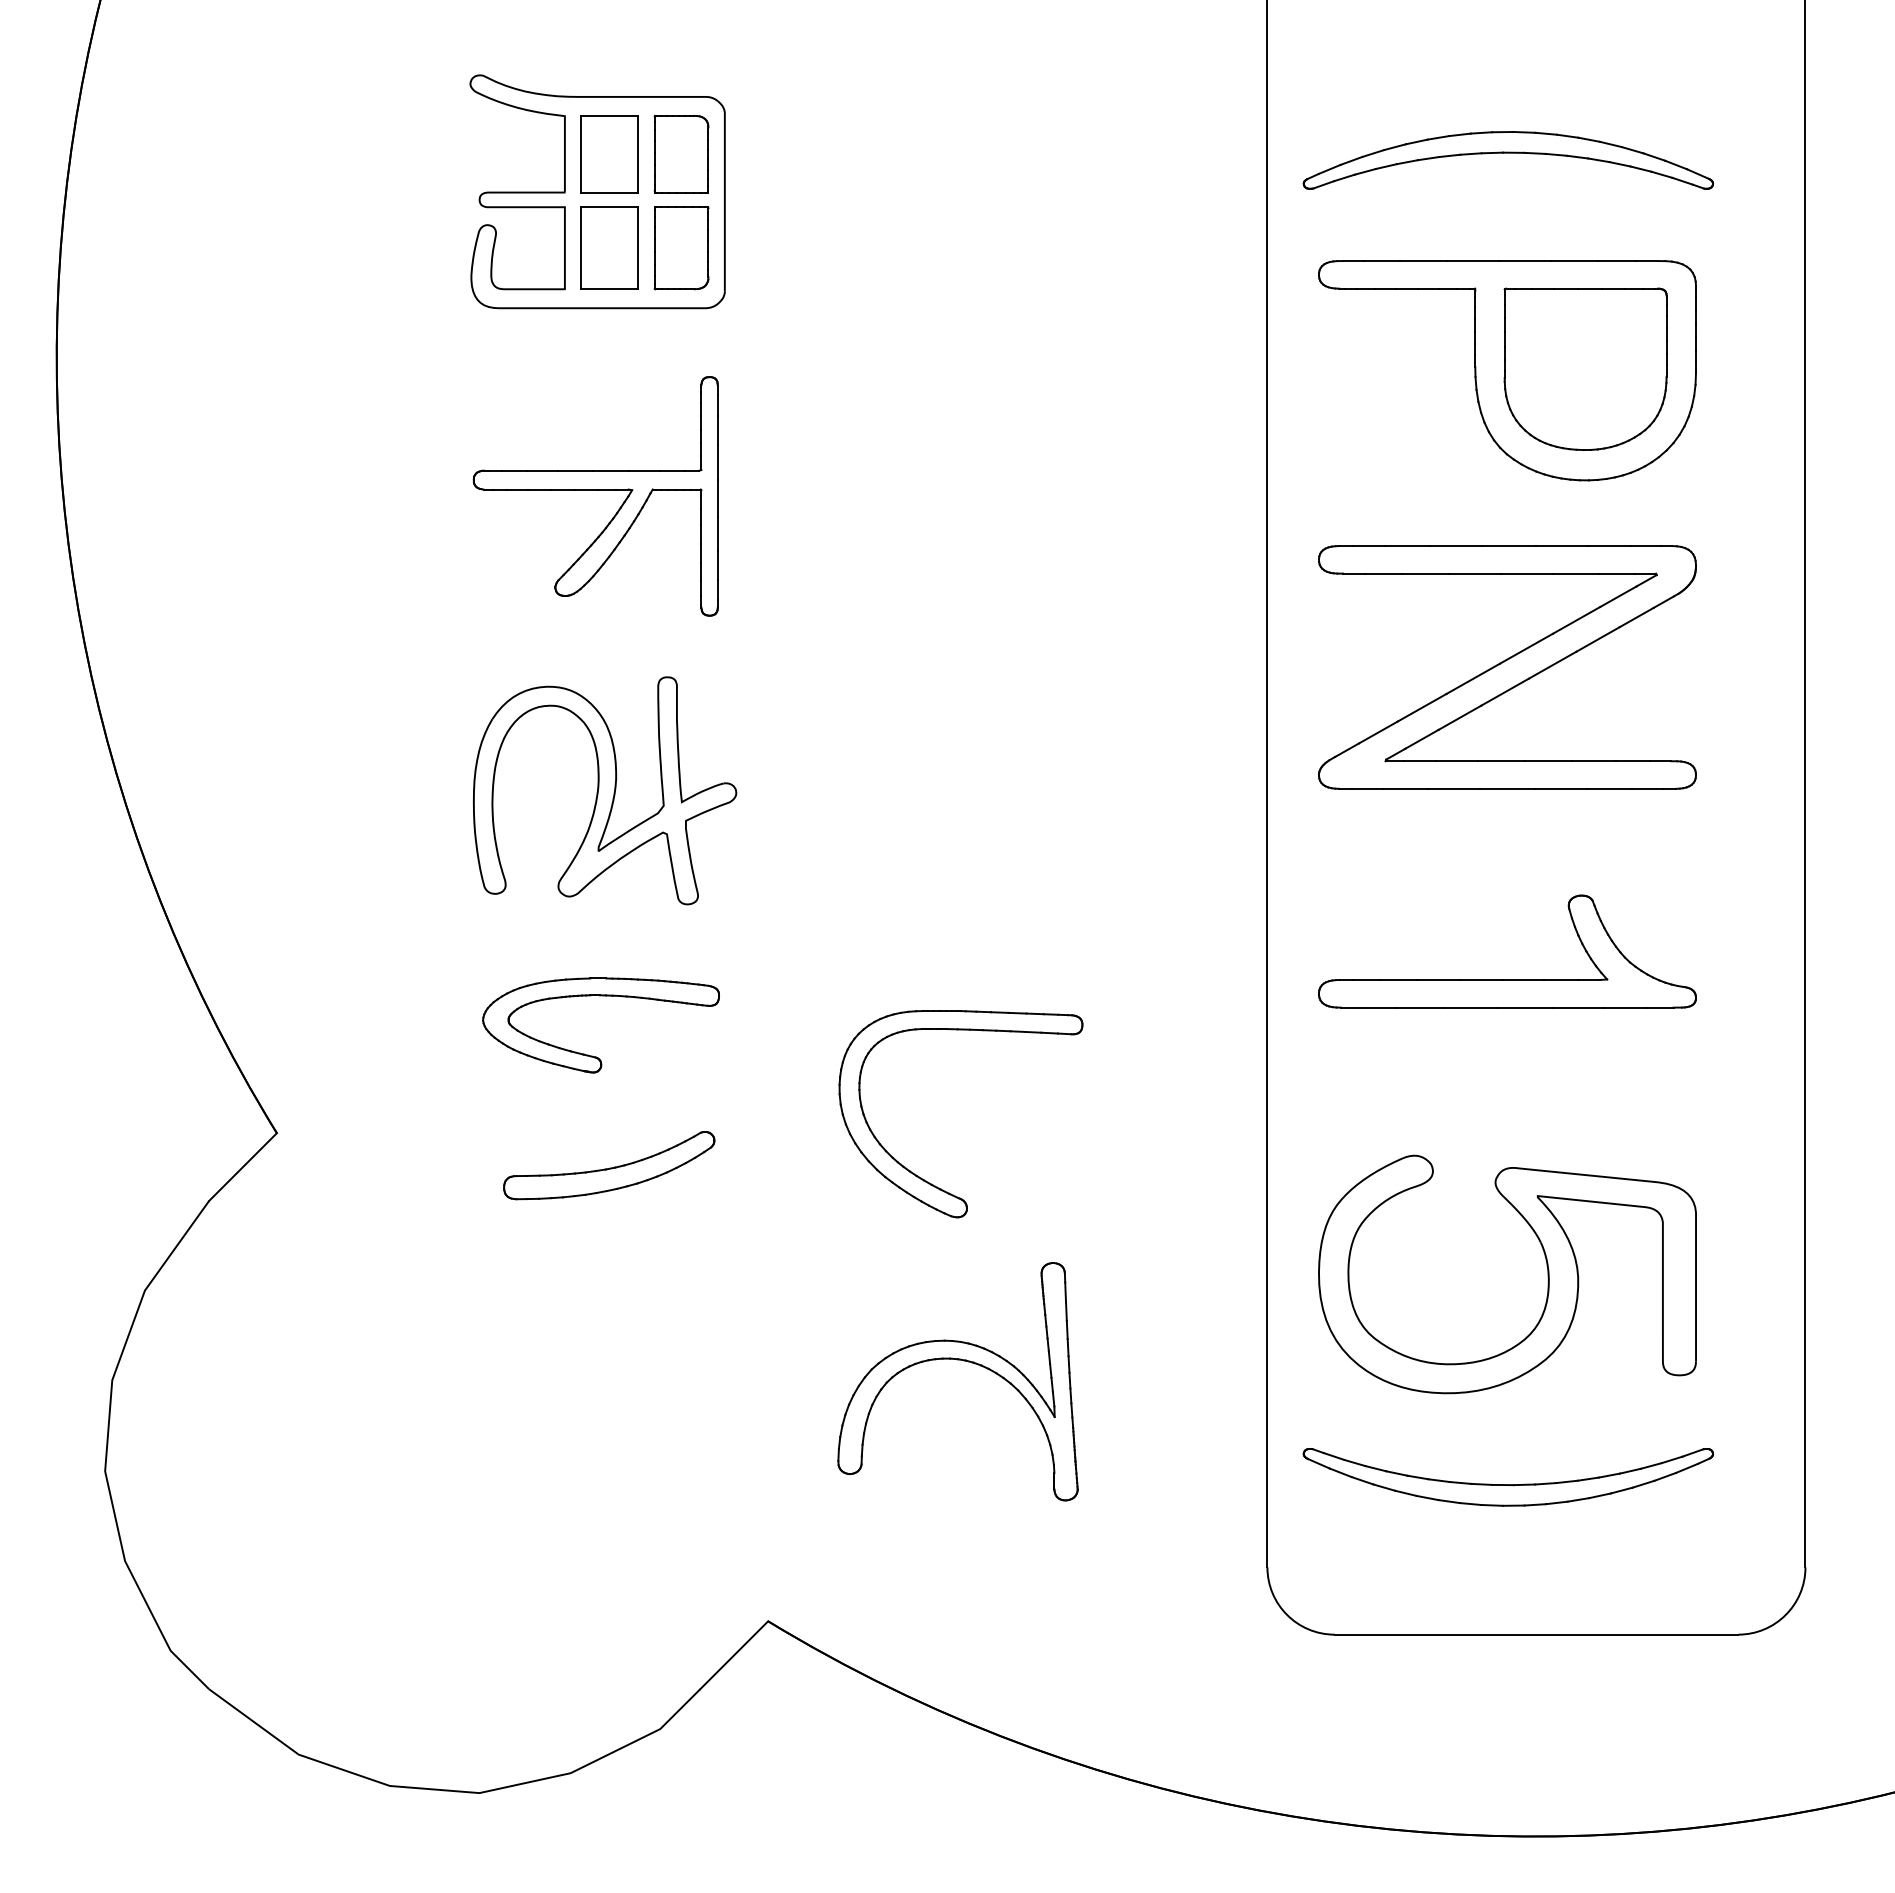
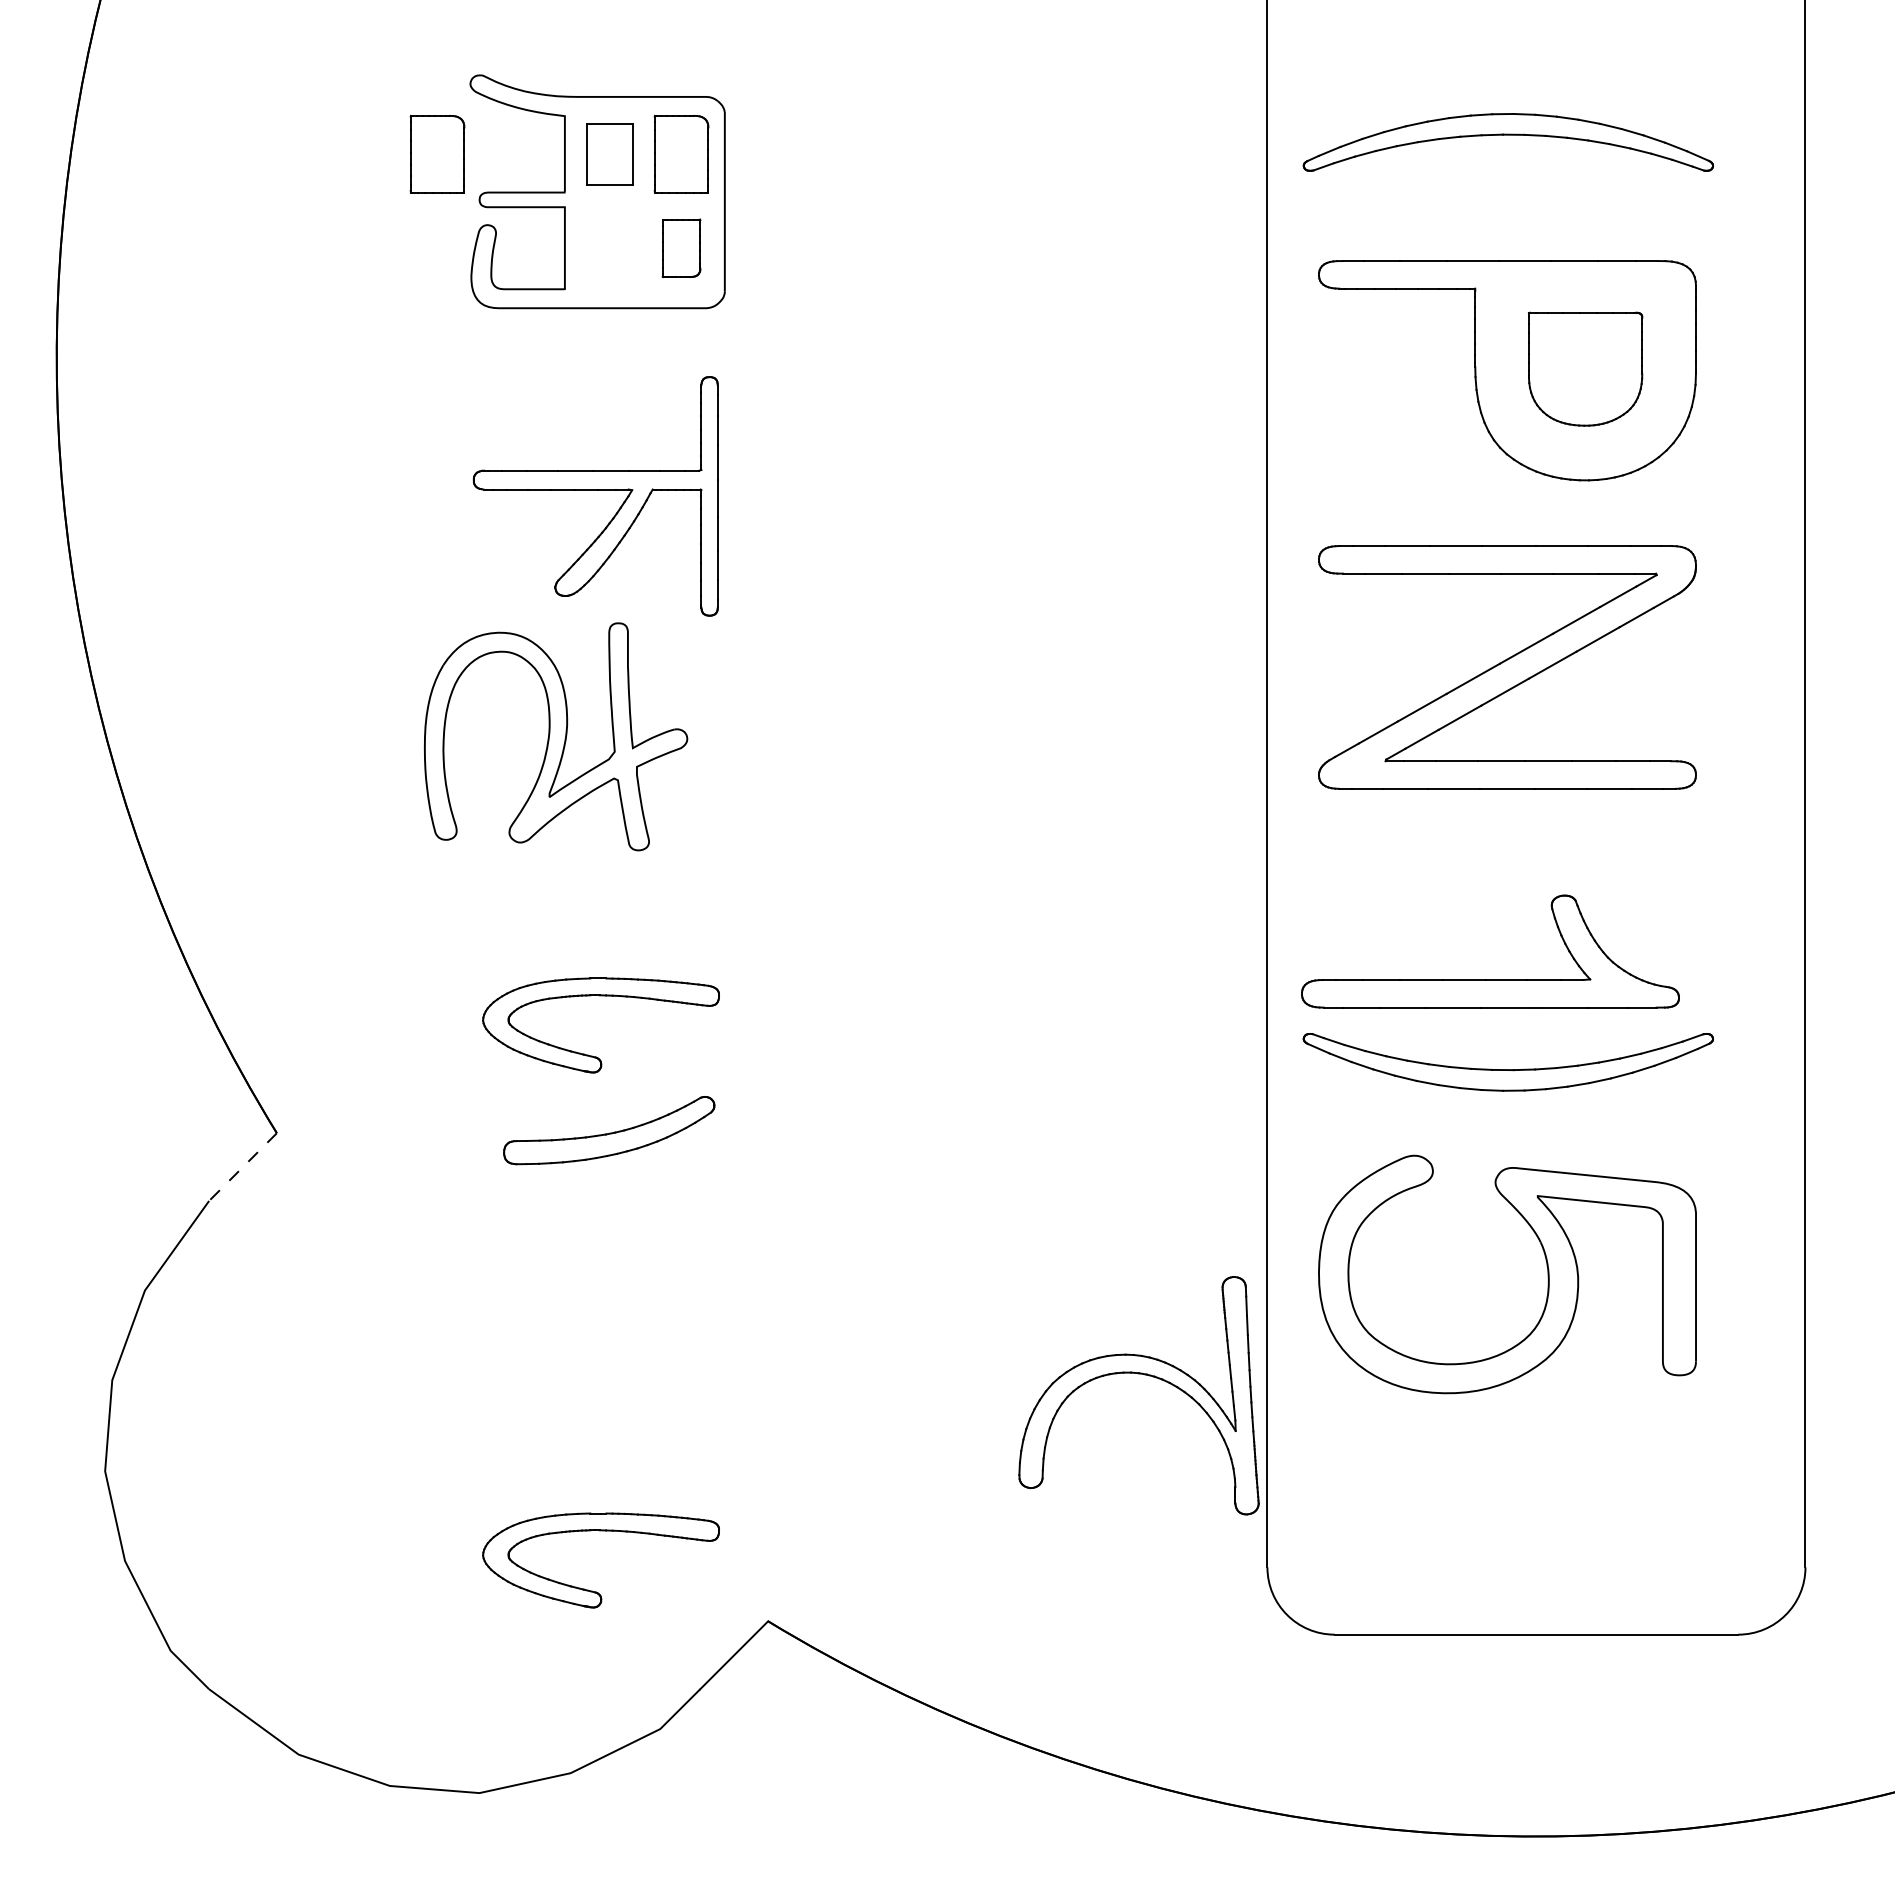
part at (437, 153): none -> present
part at (1507, 153) position: (1507, 153) -> (1507, 135)
part at (609, 154) size: 59x79 px -> 48x63 px
part at (609, 247): present -> none
part at (681, 248) size: 57x85 px -> 41x61 px
part at (1585, 368) size: 165x164 px -> 116x116 px
part at (605, 790) position: (605, 790) -> (556, 736)
part at (1507, 979) position: (1507, 979) -> (1490, 979)
part at (609, 1165) position: (609, 1165) -> (609, 1130)
line at (243, 1167): solid -> dashed
part at (921, 1177): present -> none
part at (963, 1361) position: (963, 1361) -> (1144, 1375)
part at (1507, 1484) position: (1507, 1484) -> (1507, 1069)
part at (600, 1531): none -> present
